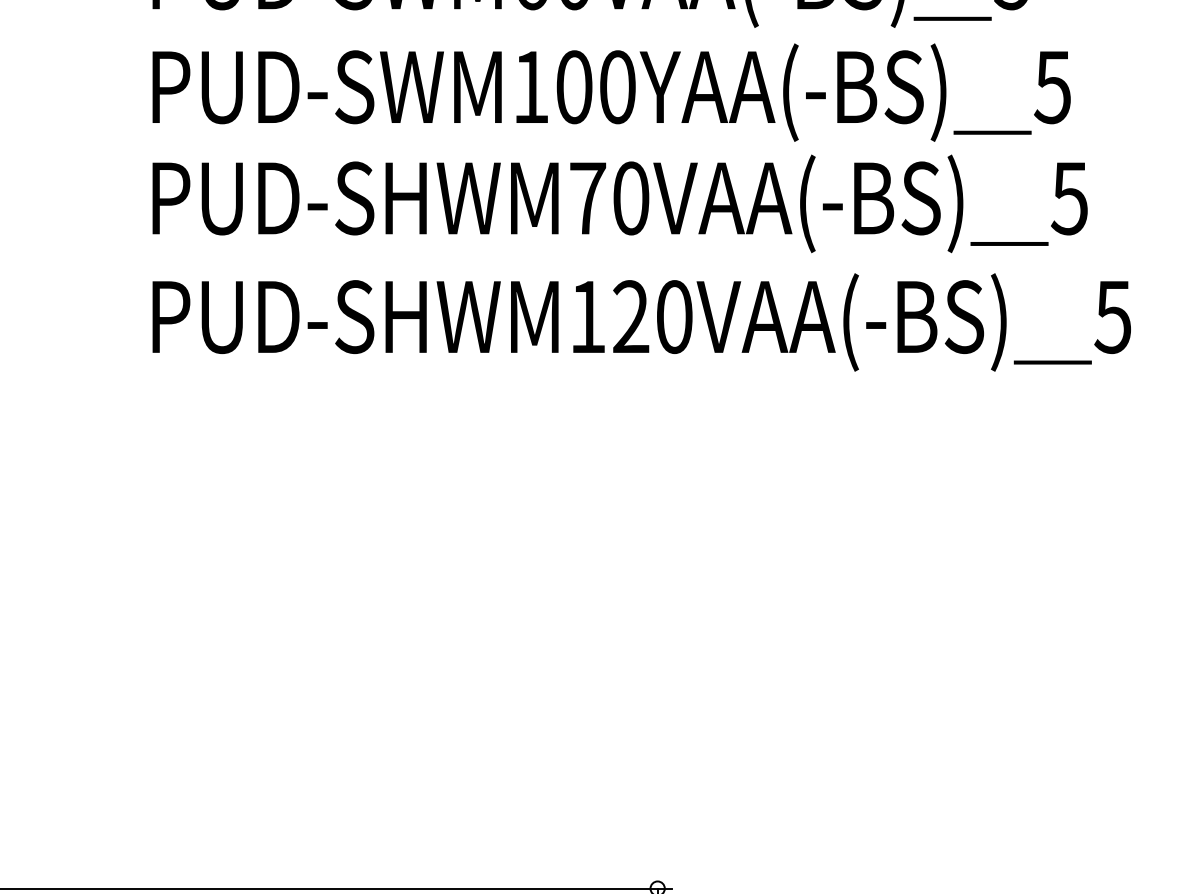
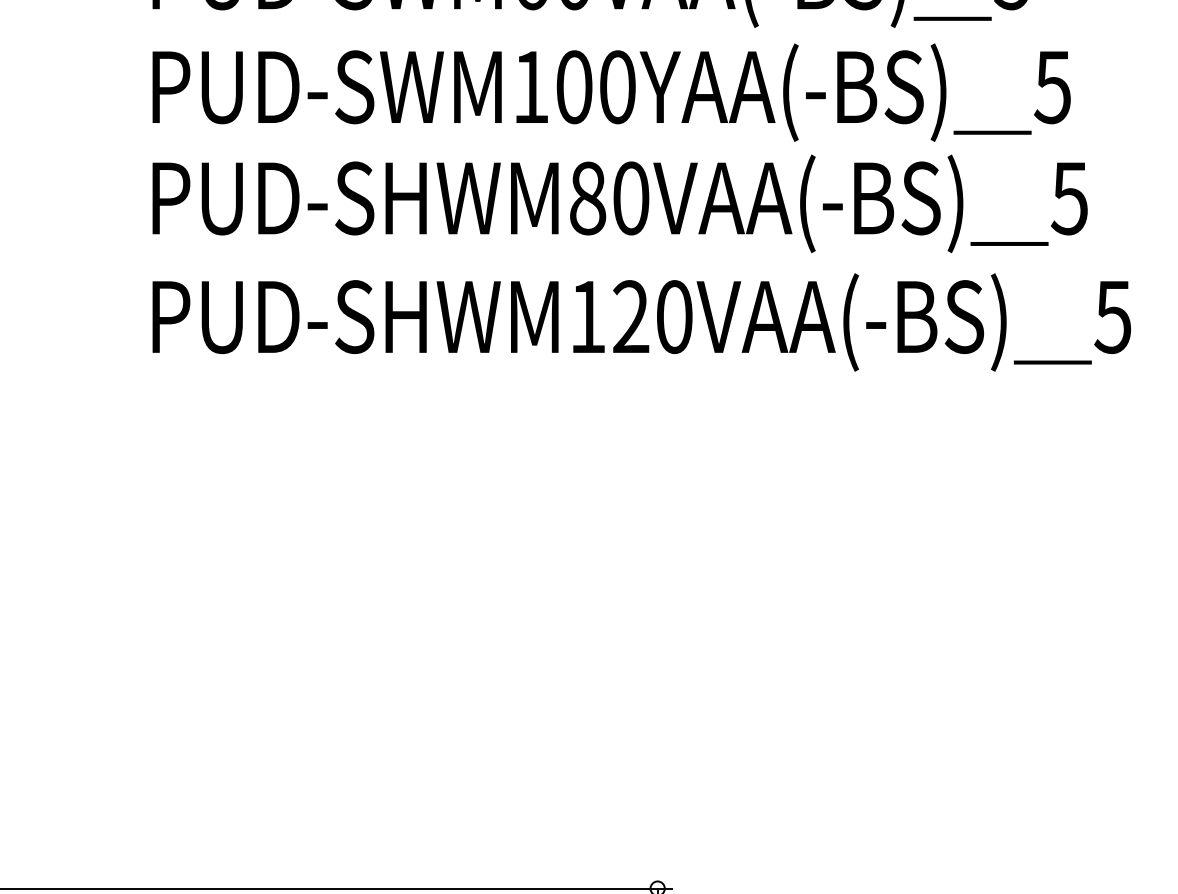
text at (588, 198): PUD-SHWM70VAA(-BS) -> PUD-SHWM80VAA(-BS)
